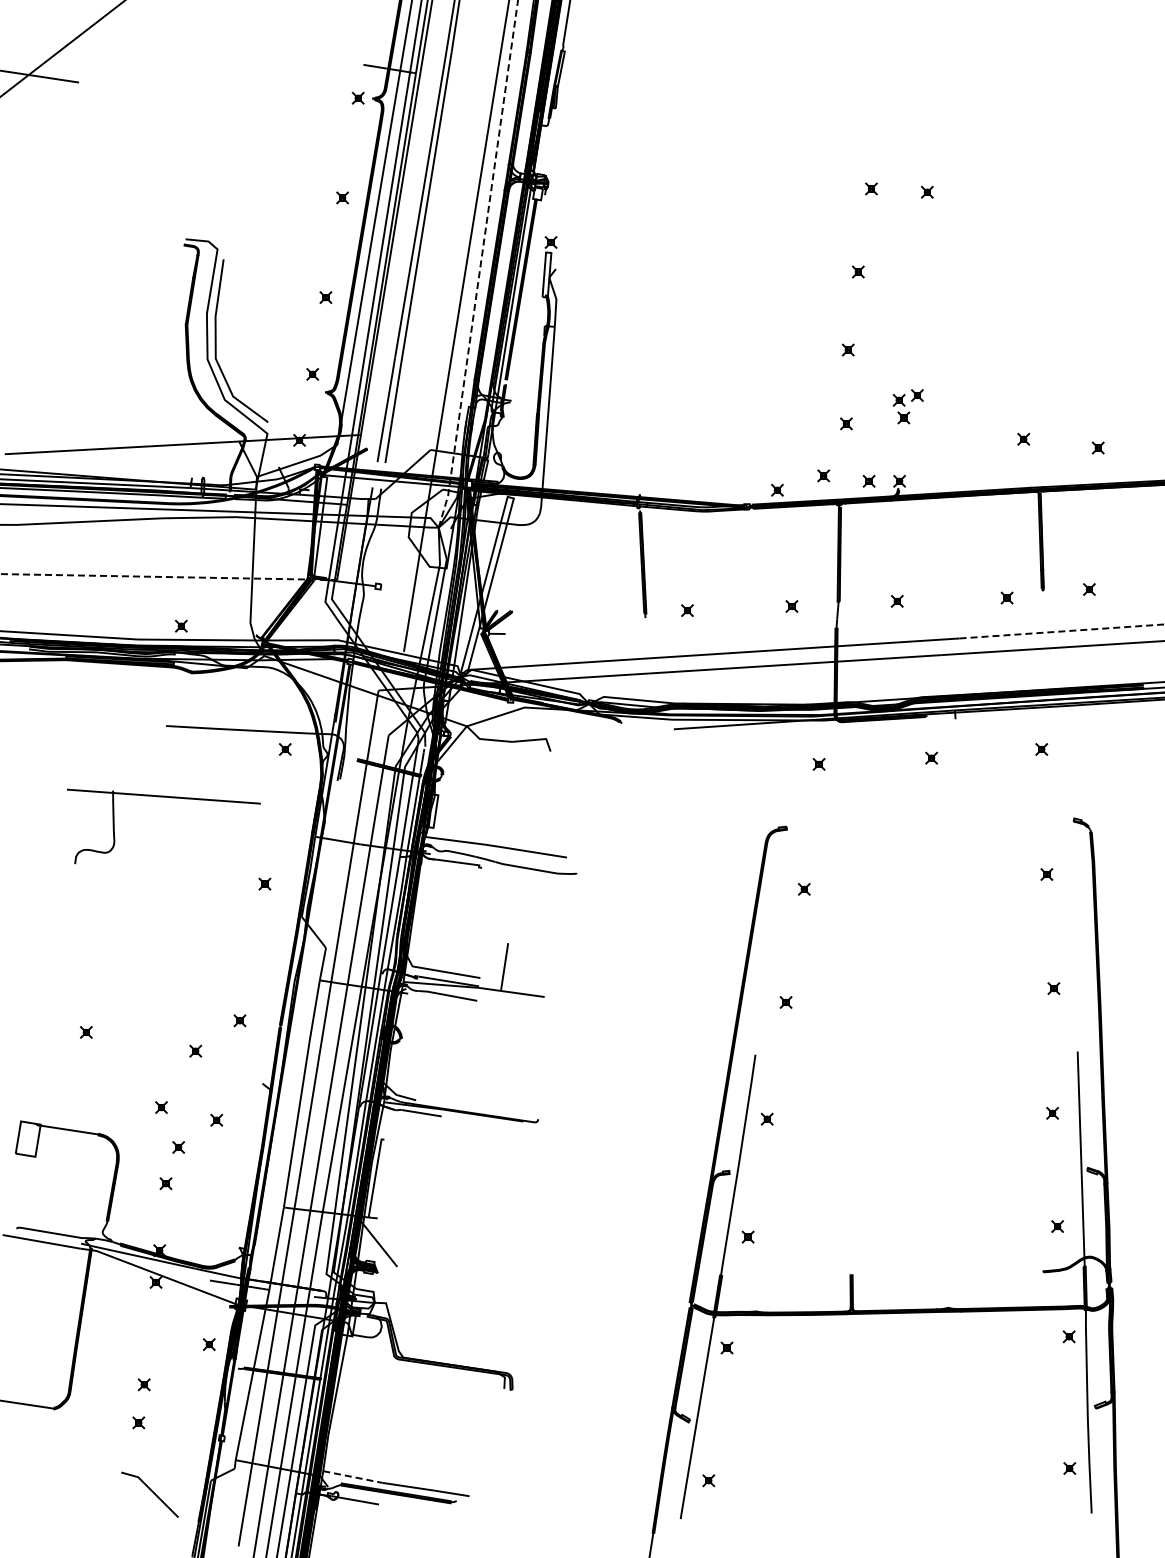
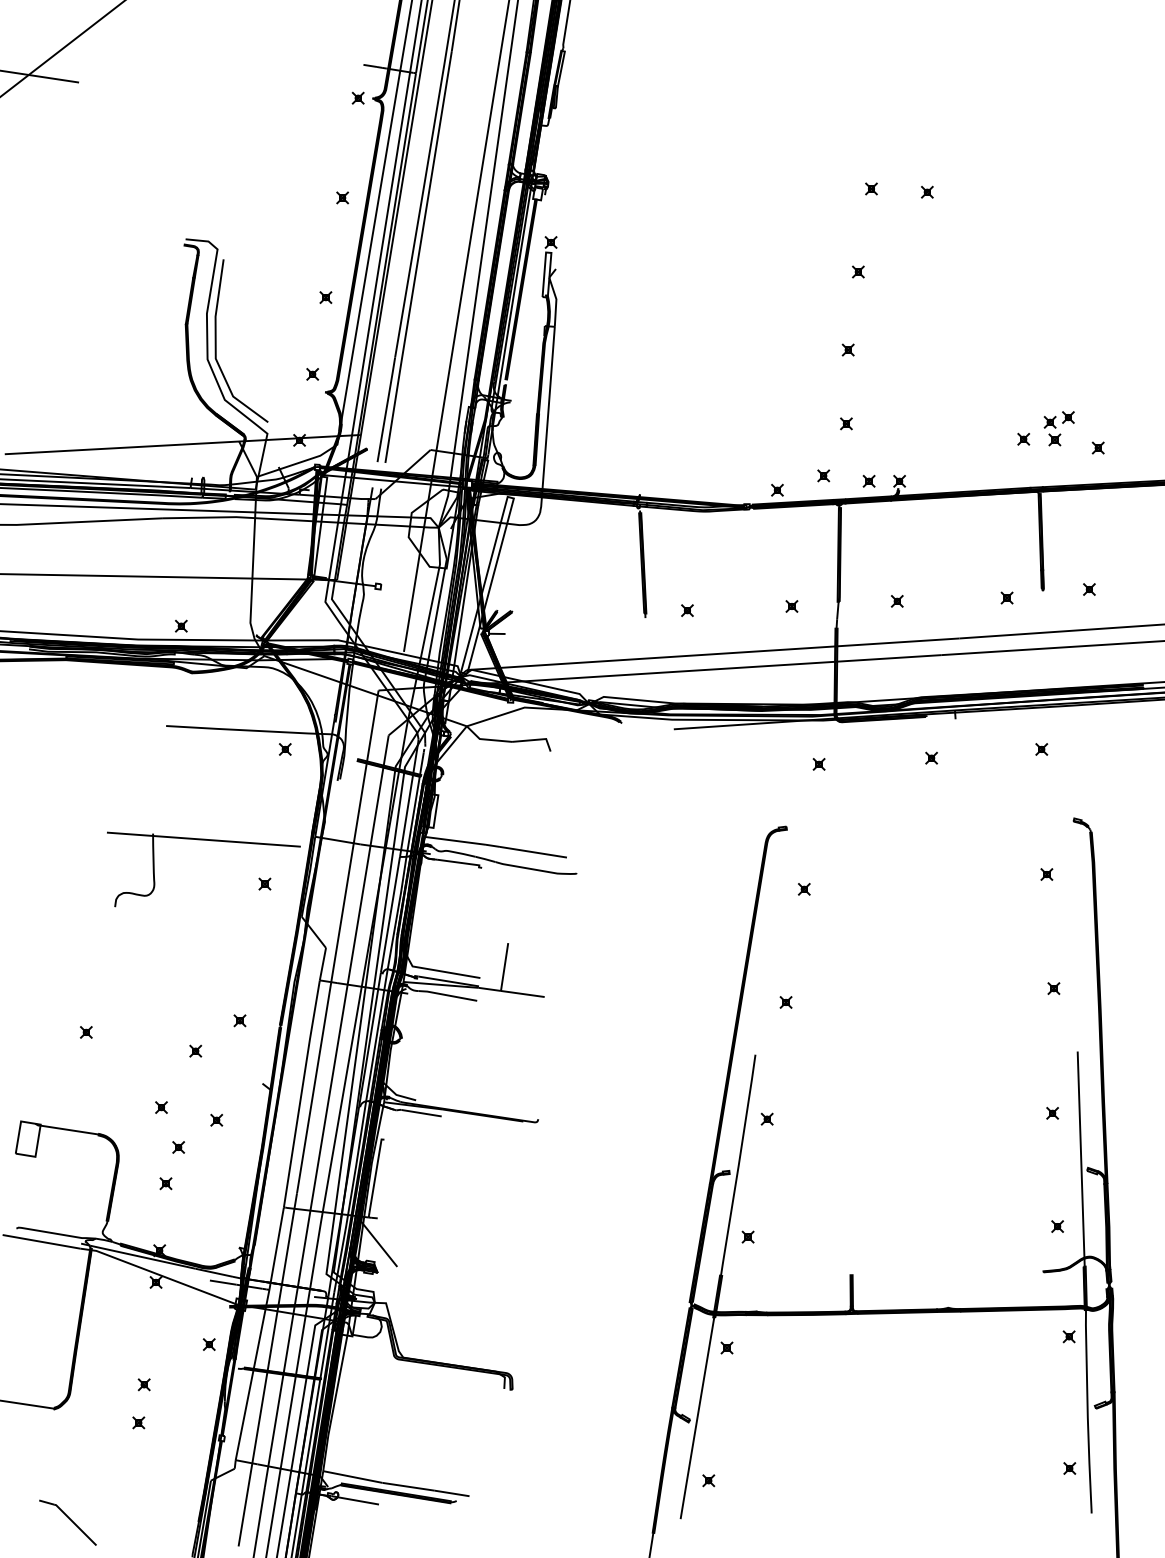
line at (480, 265): dashed -> solid
part at (907, 406) position: (907, 406) -> (1058, 428)
line at (169, 577): dashed -> solid
line at (1062, 631): dashed -> solid
part at (163, 797) position: (163, 797) -> (203, 840)
line at (353, 1477): dashed -> solid
part at (149, 1494) position: (149, 1494) -> (67, 1522)
